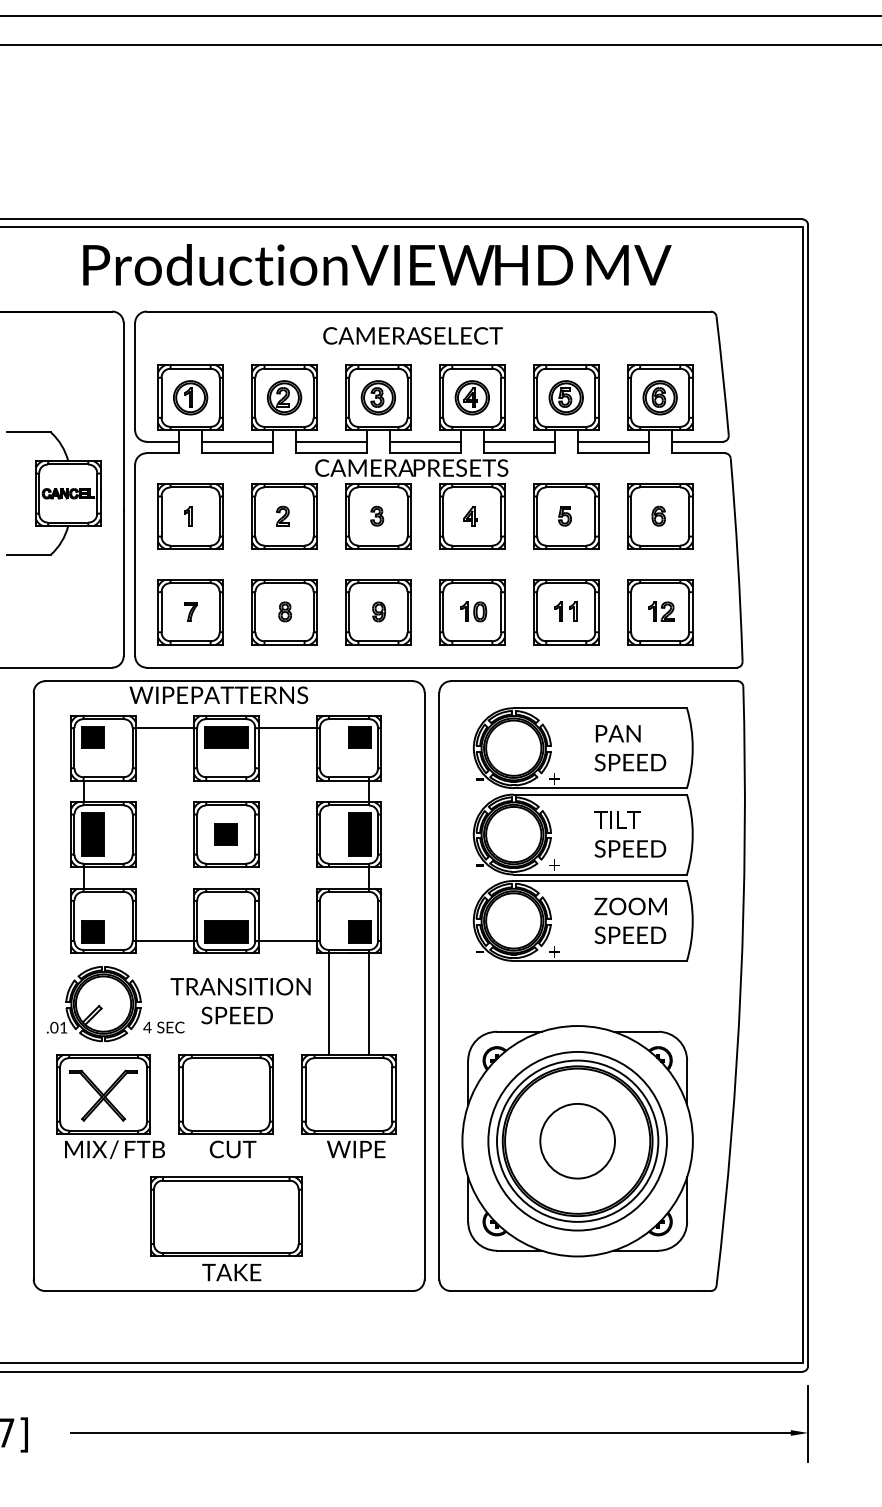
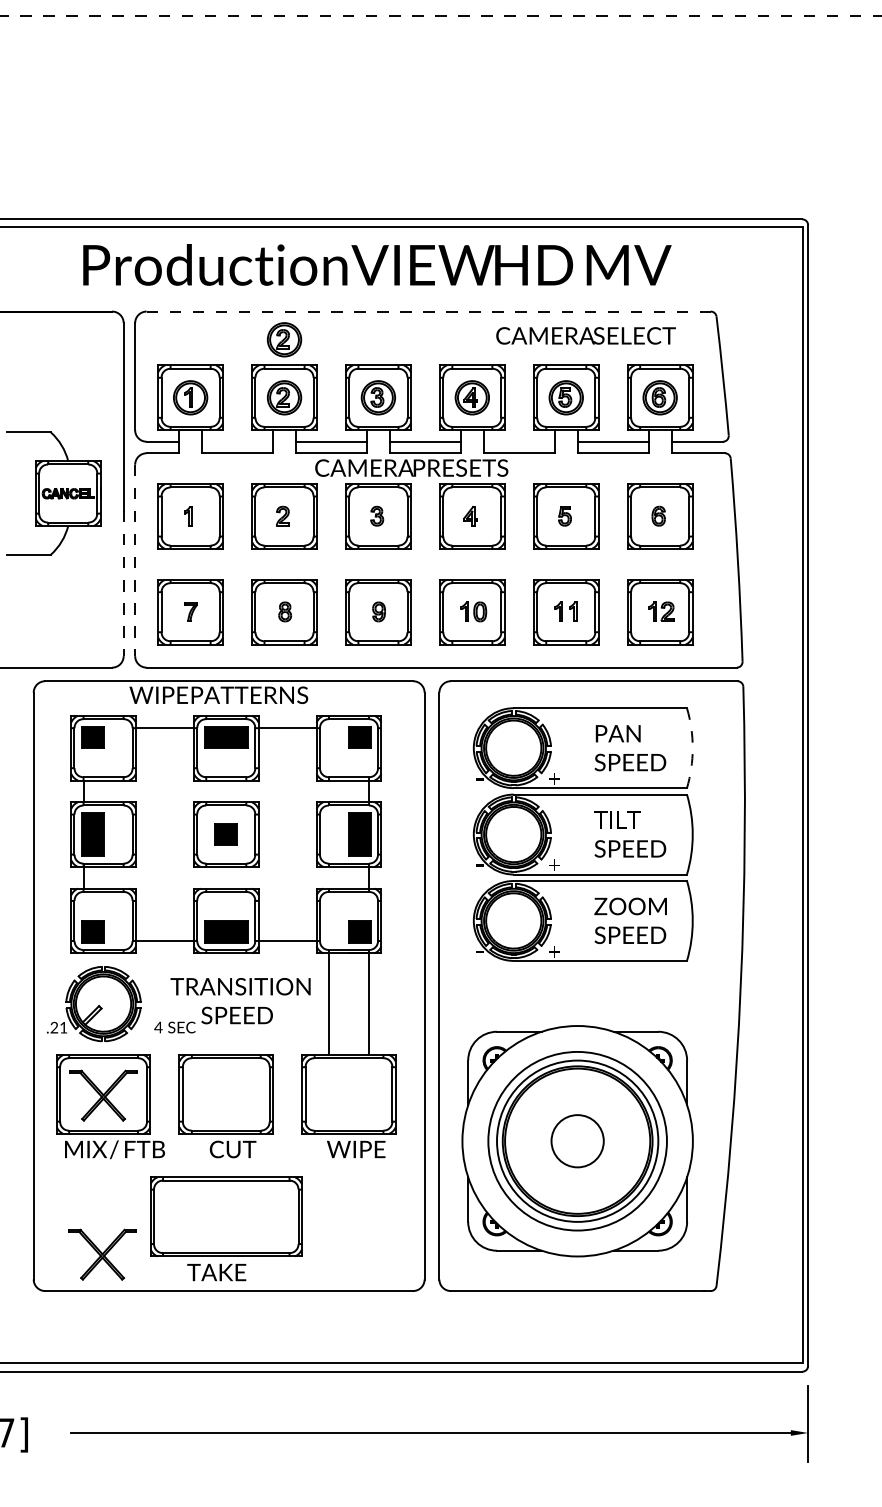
line at (441, 16): solid -> dashed
line at (440, 45): present -> none
line at (429, 311): solid -> dashed
text at (412, 335) position: (412, 335) -> (585, 335)
part at (284, 339): none -> present
line at (237, 441): present -> none
line at (518, 441): present -> none
line at (135, 560): solid -> dashed
line at (123, 583): solid -> dashed
arc at (692, 748): solid -> dashed
text at (54, 1027): .01 -> .21
text at (163, 1027) position: (163, 1027) -> (174, 1027)
circle at (577, 1140) diameter: 75 px -> 52 px
part at (102, 1254): none -> present
text at (231, 1272) position: (231, 1272) -> (216, 1272)
